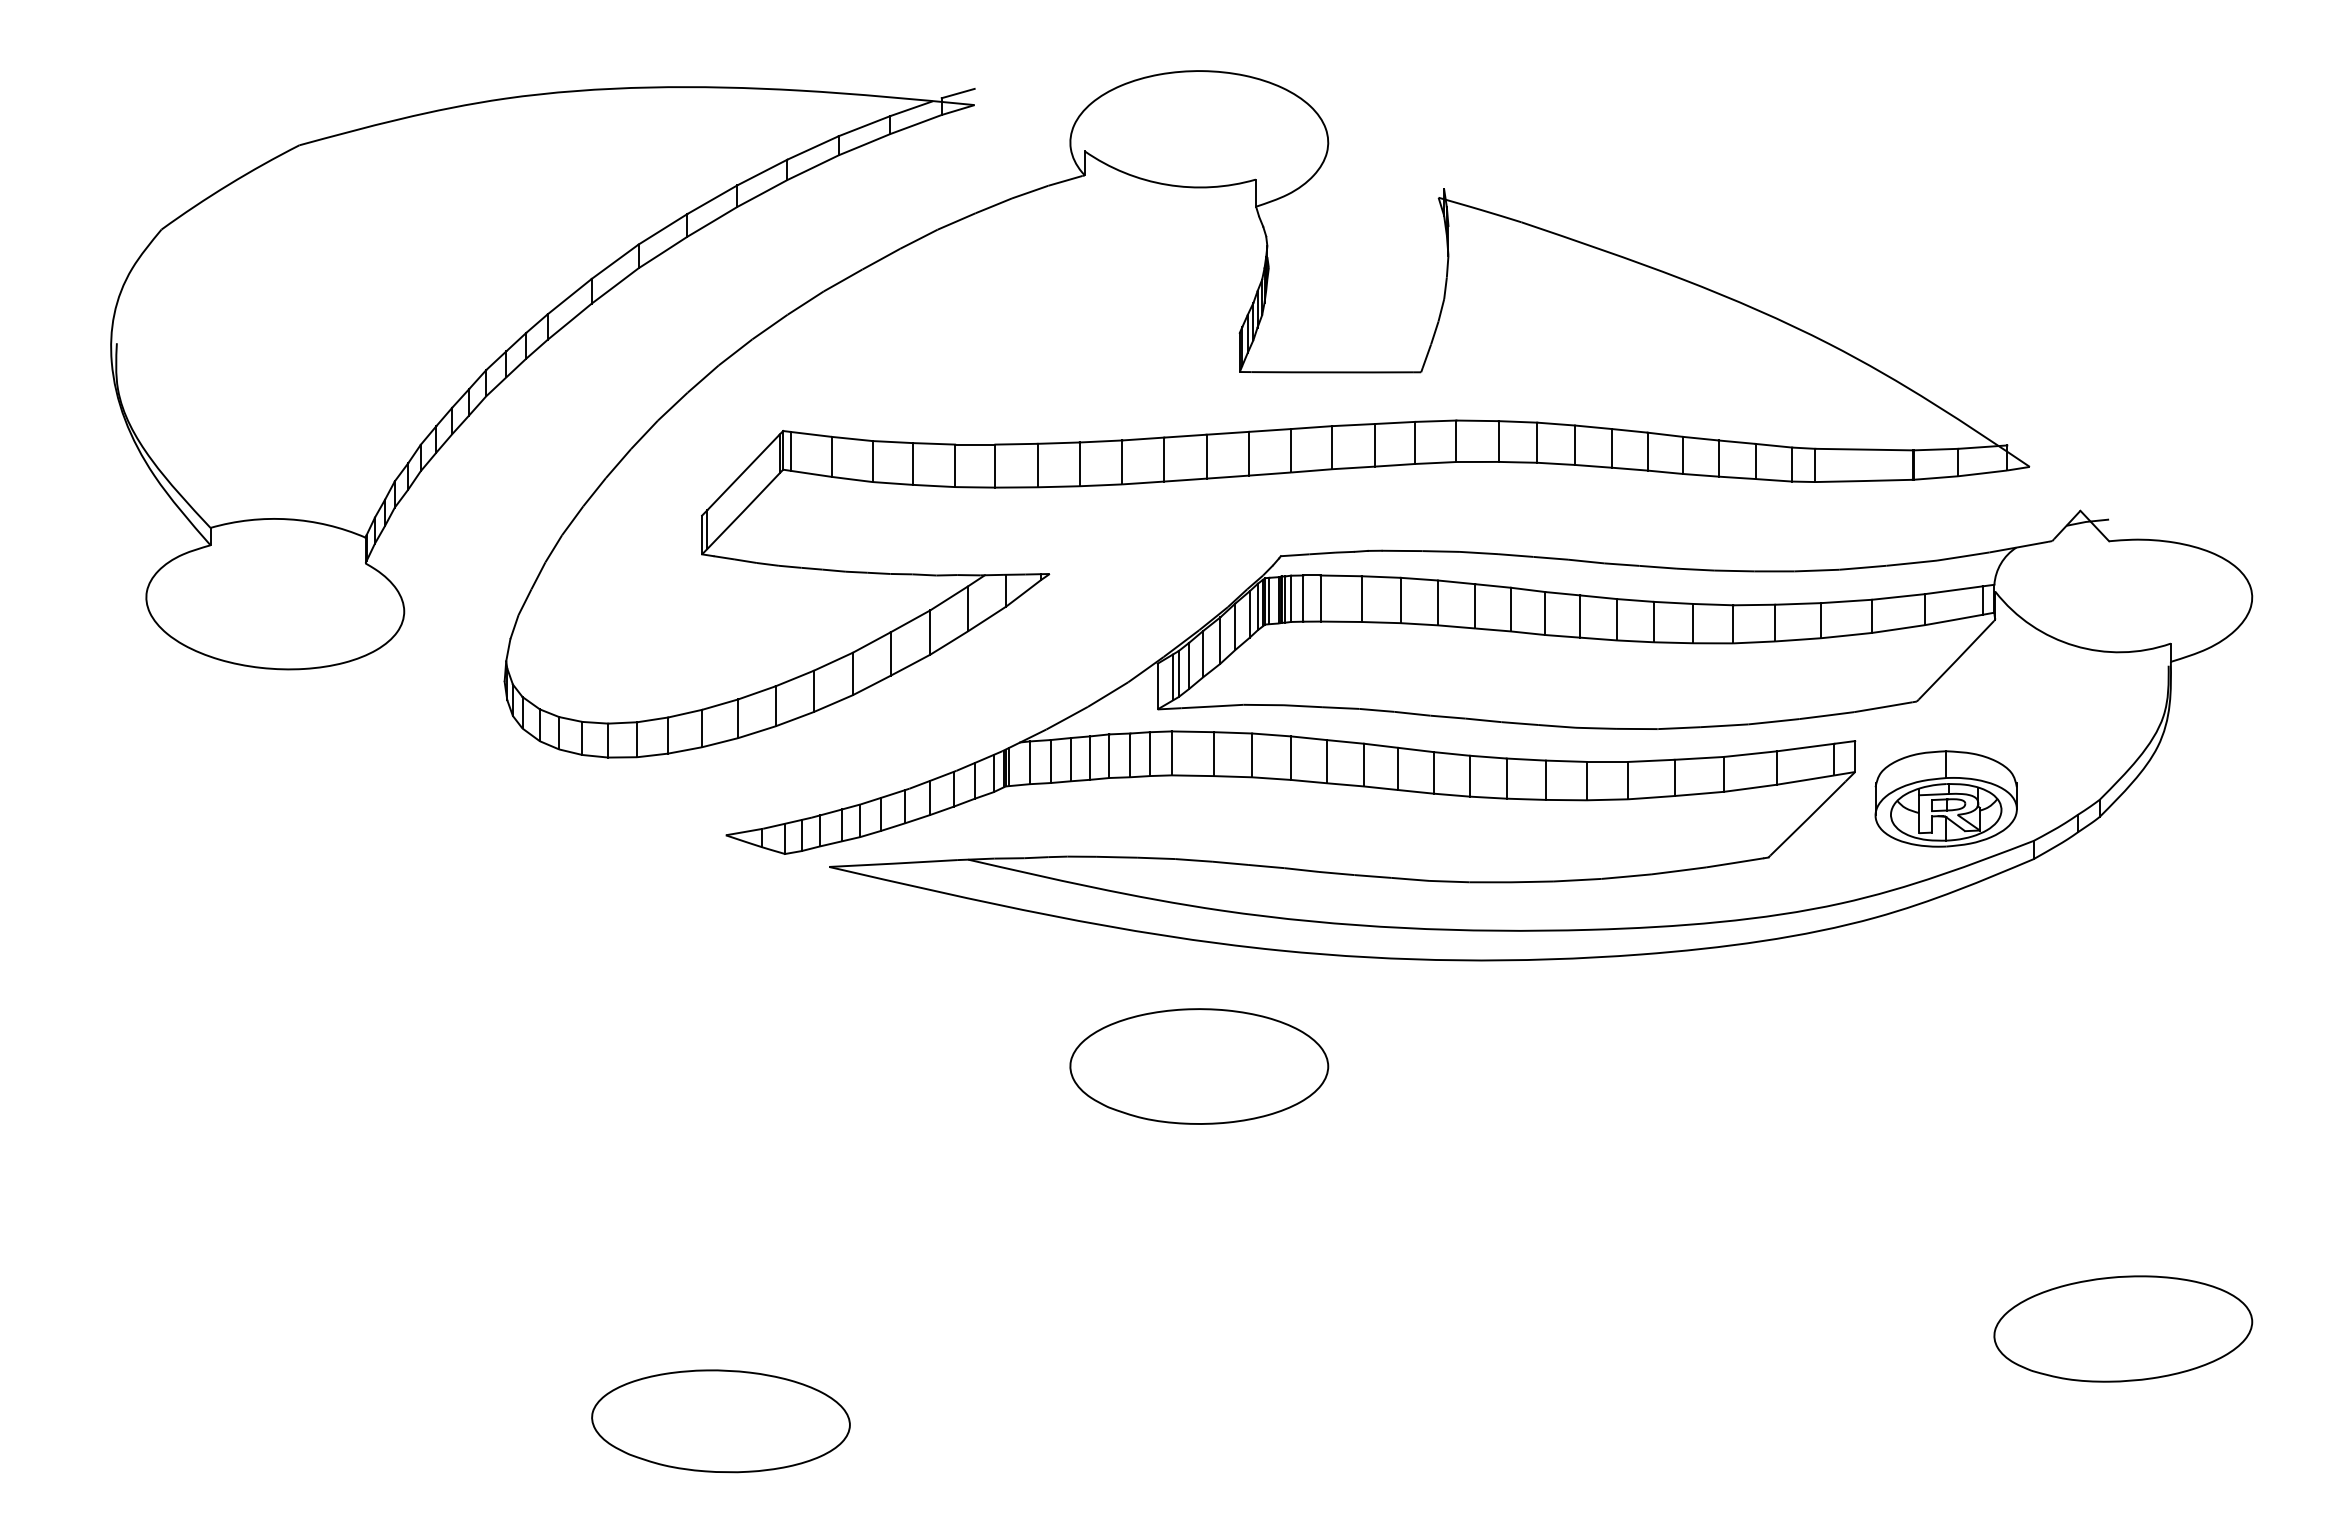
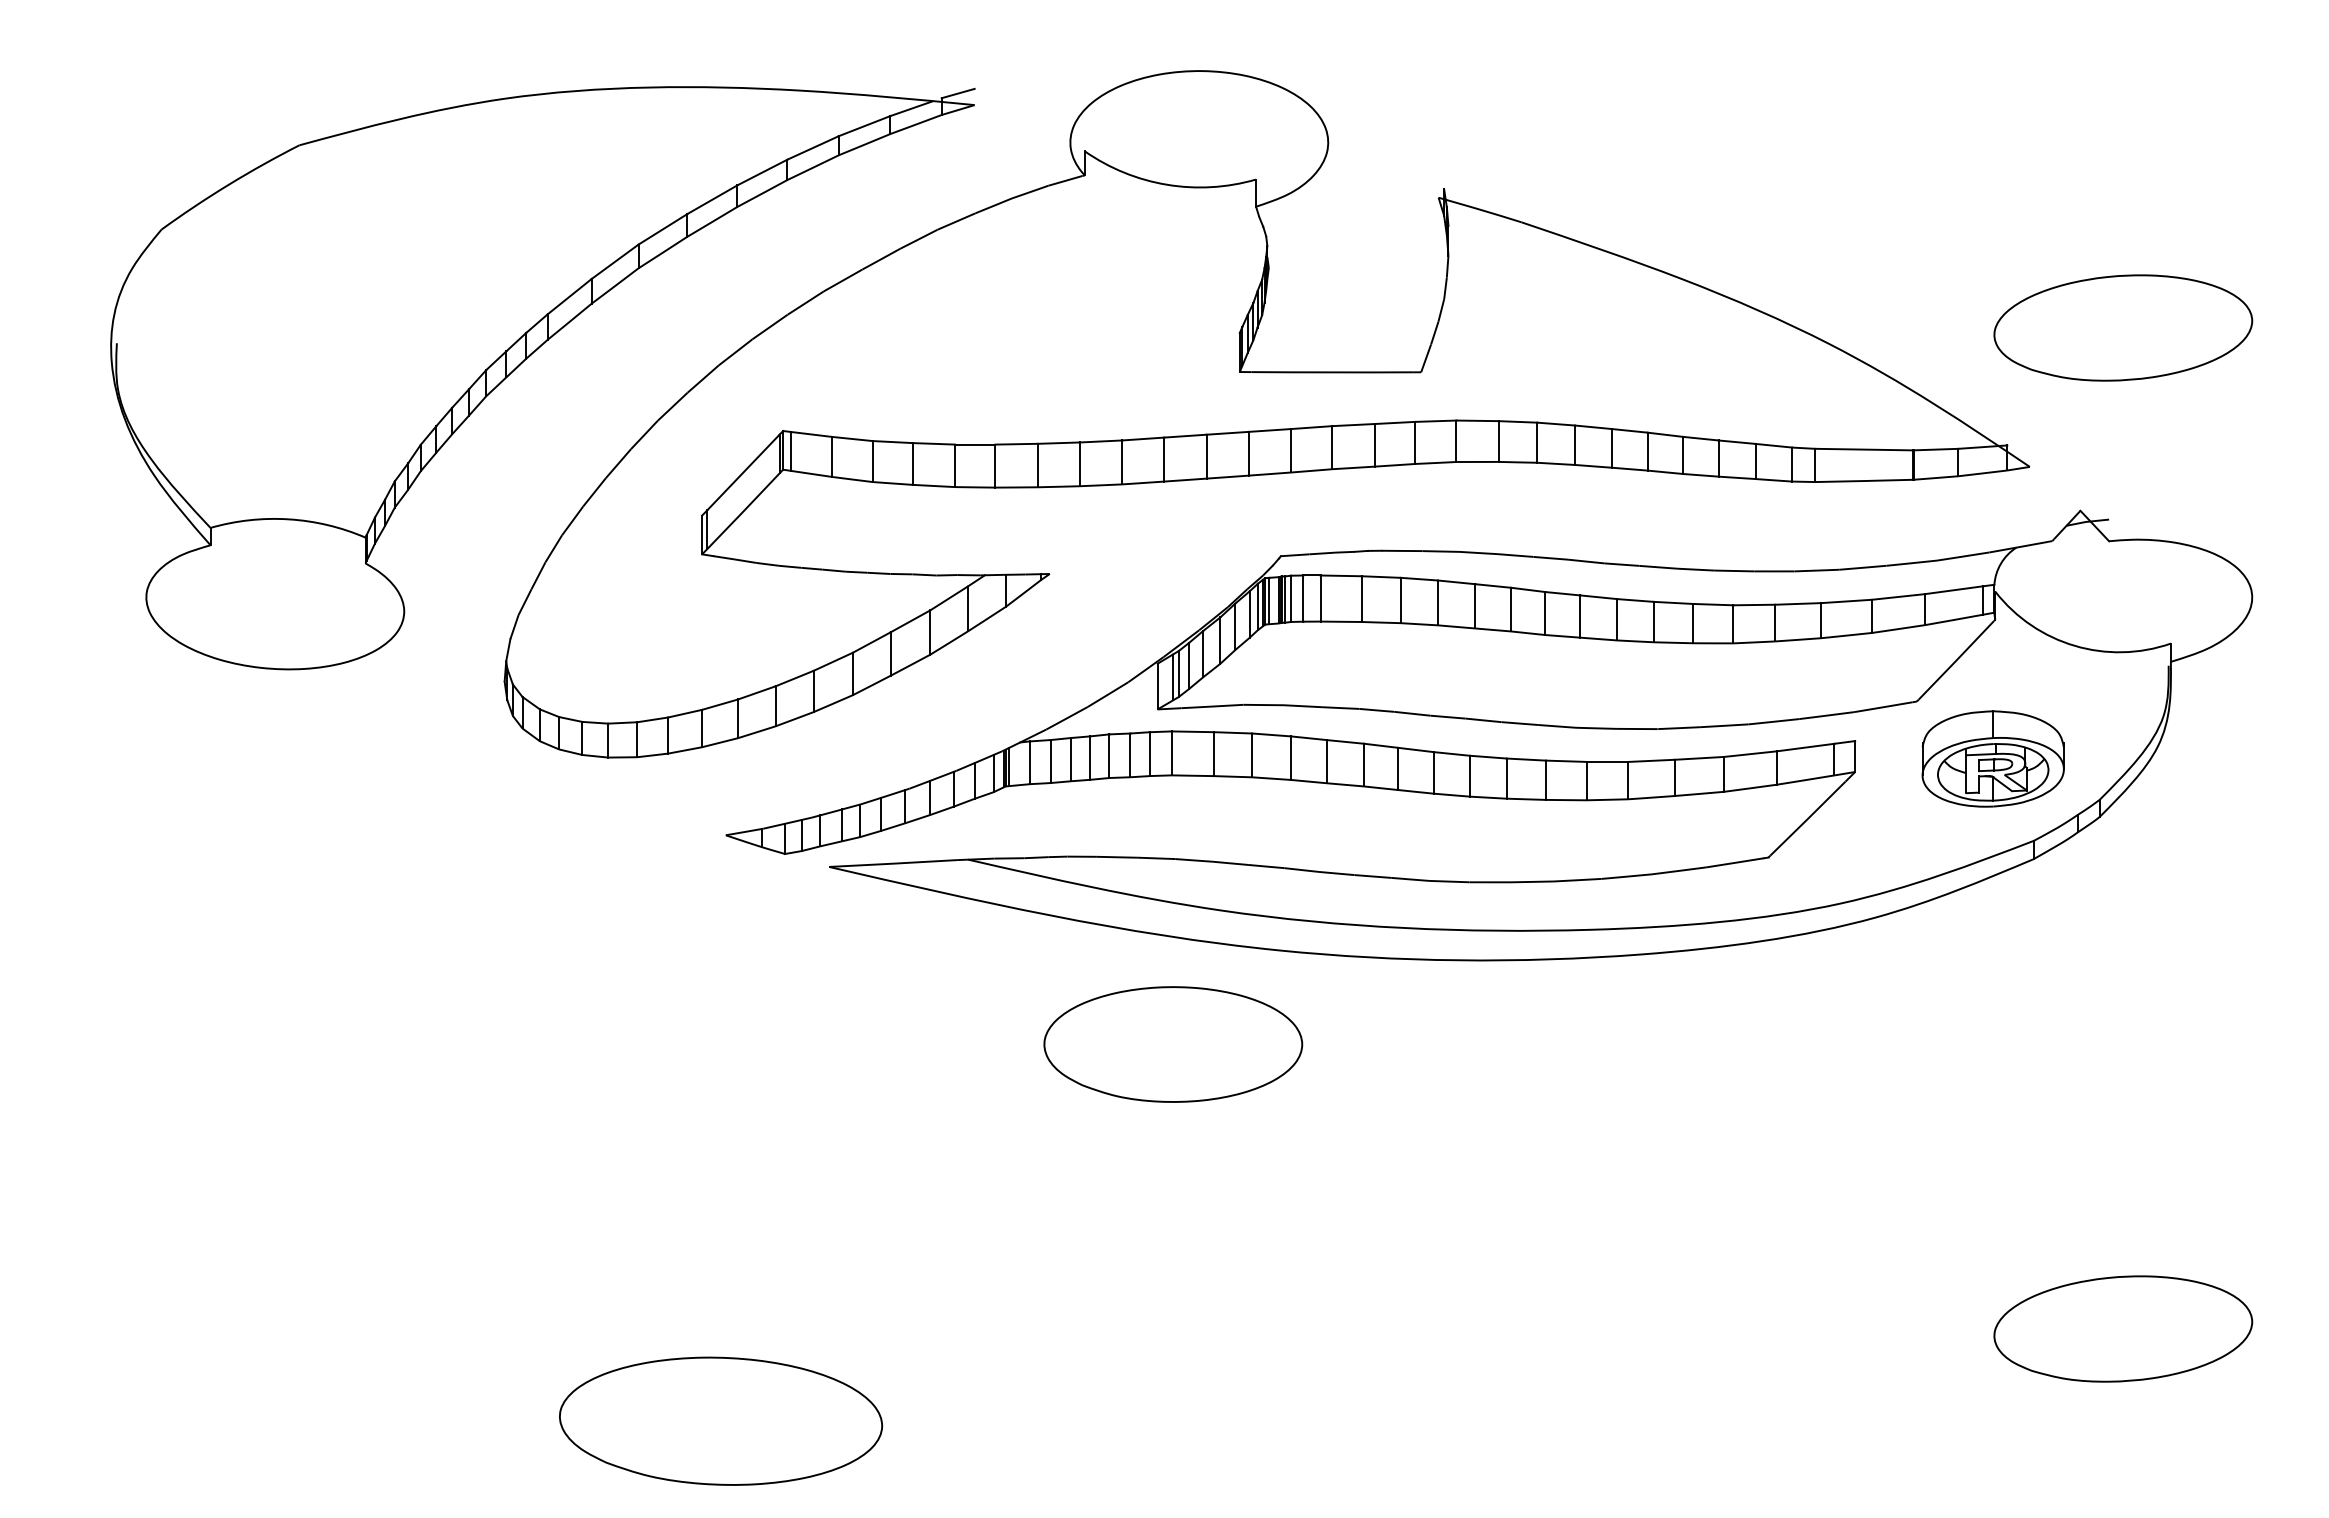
part at (2123, 327): none -> present
part at (1945, 798) position: (1945, 798) -> (1992, 758)
part at (1199, 1066) position: (1199, 1066) -> (1173, 1044)
part at (720, 1421) size: 260x105 px -> 325x130 px
